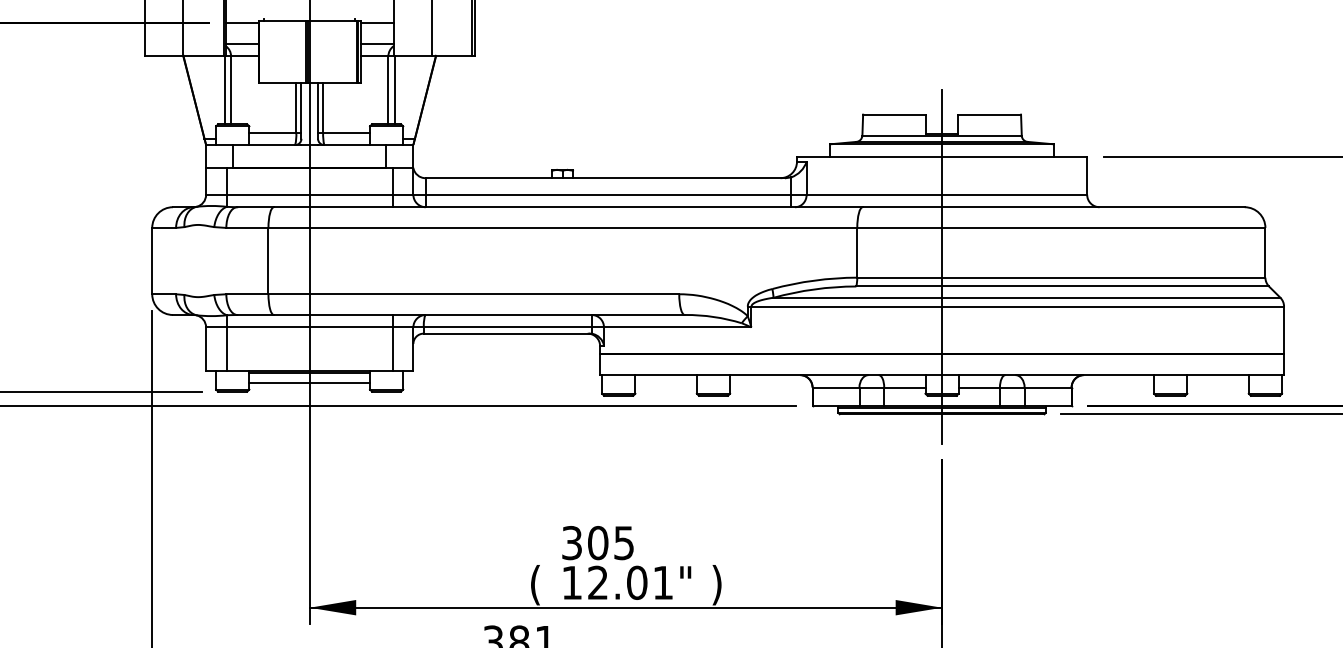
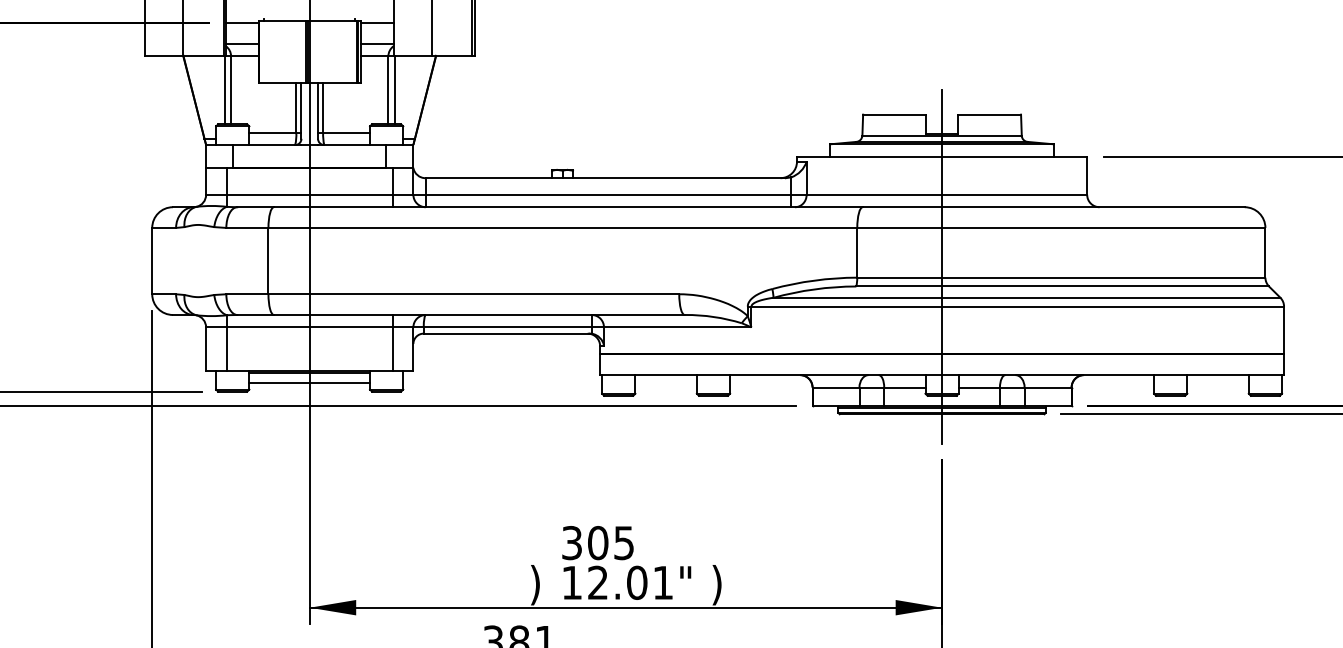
text at (535, 585): ( -> )
